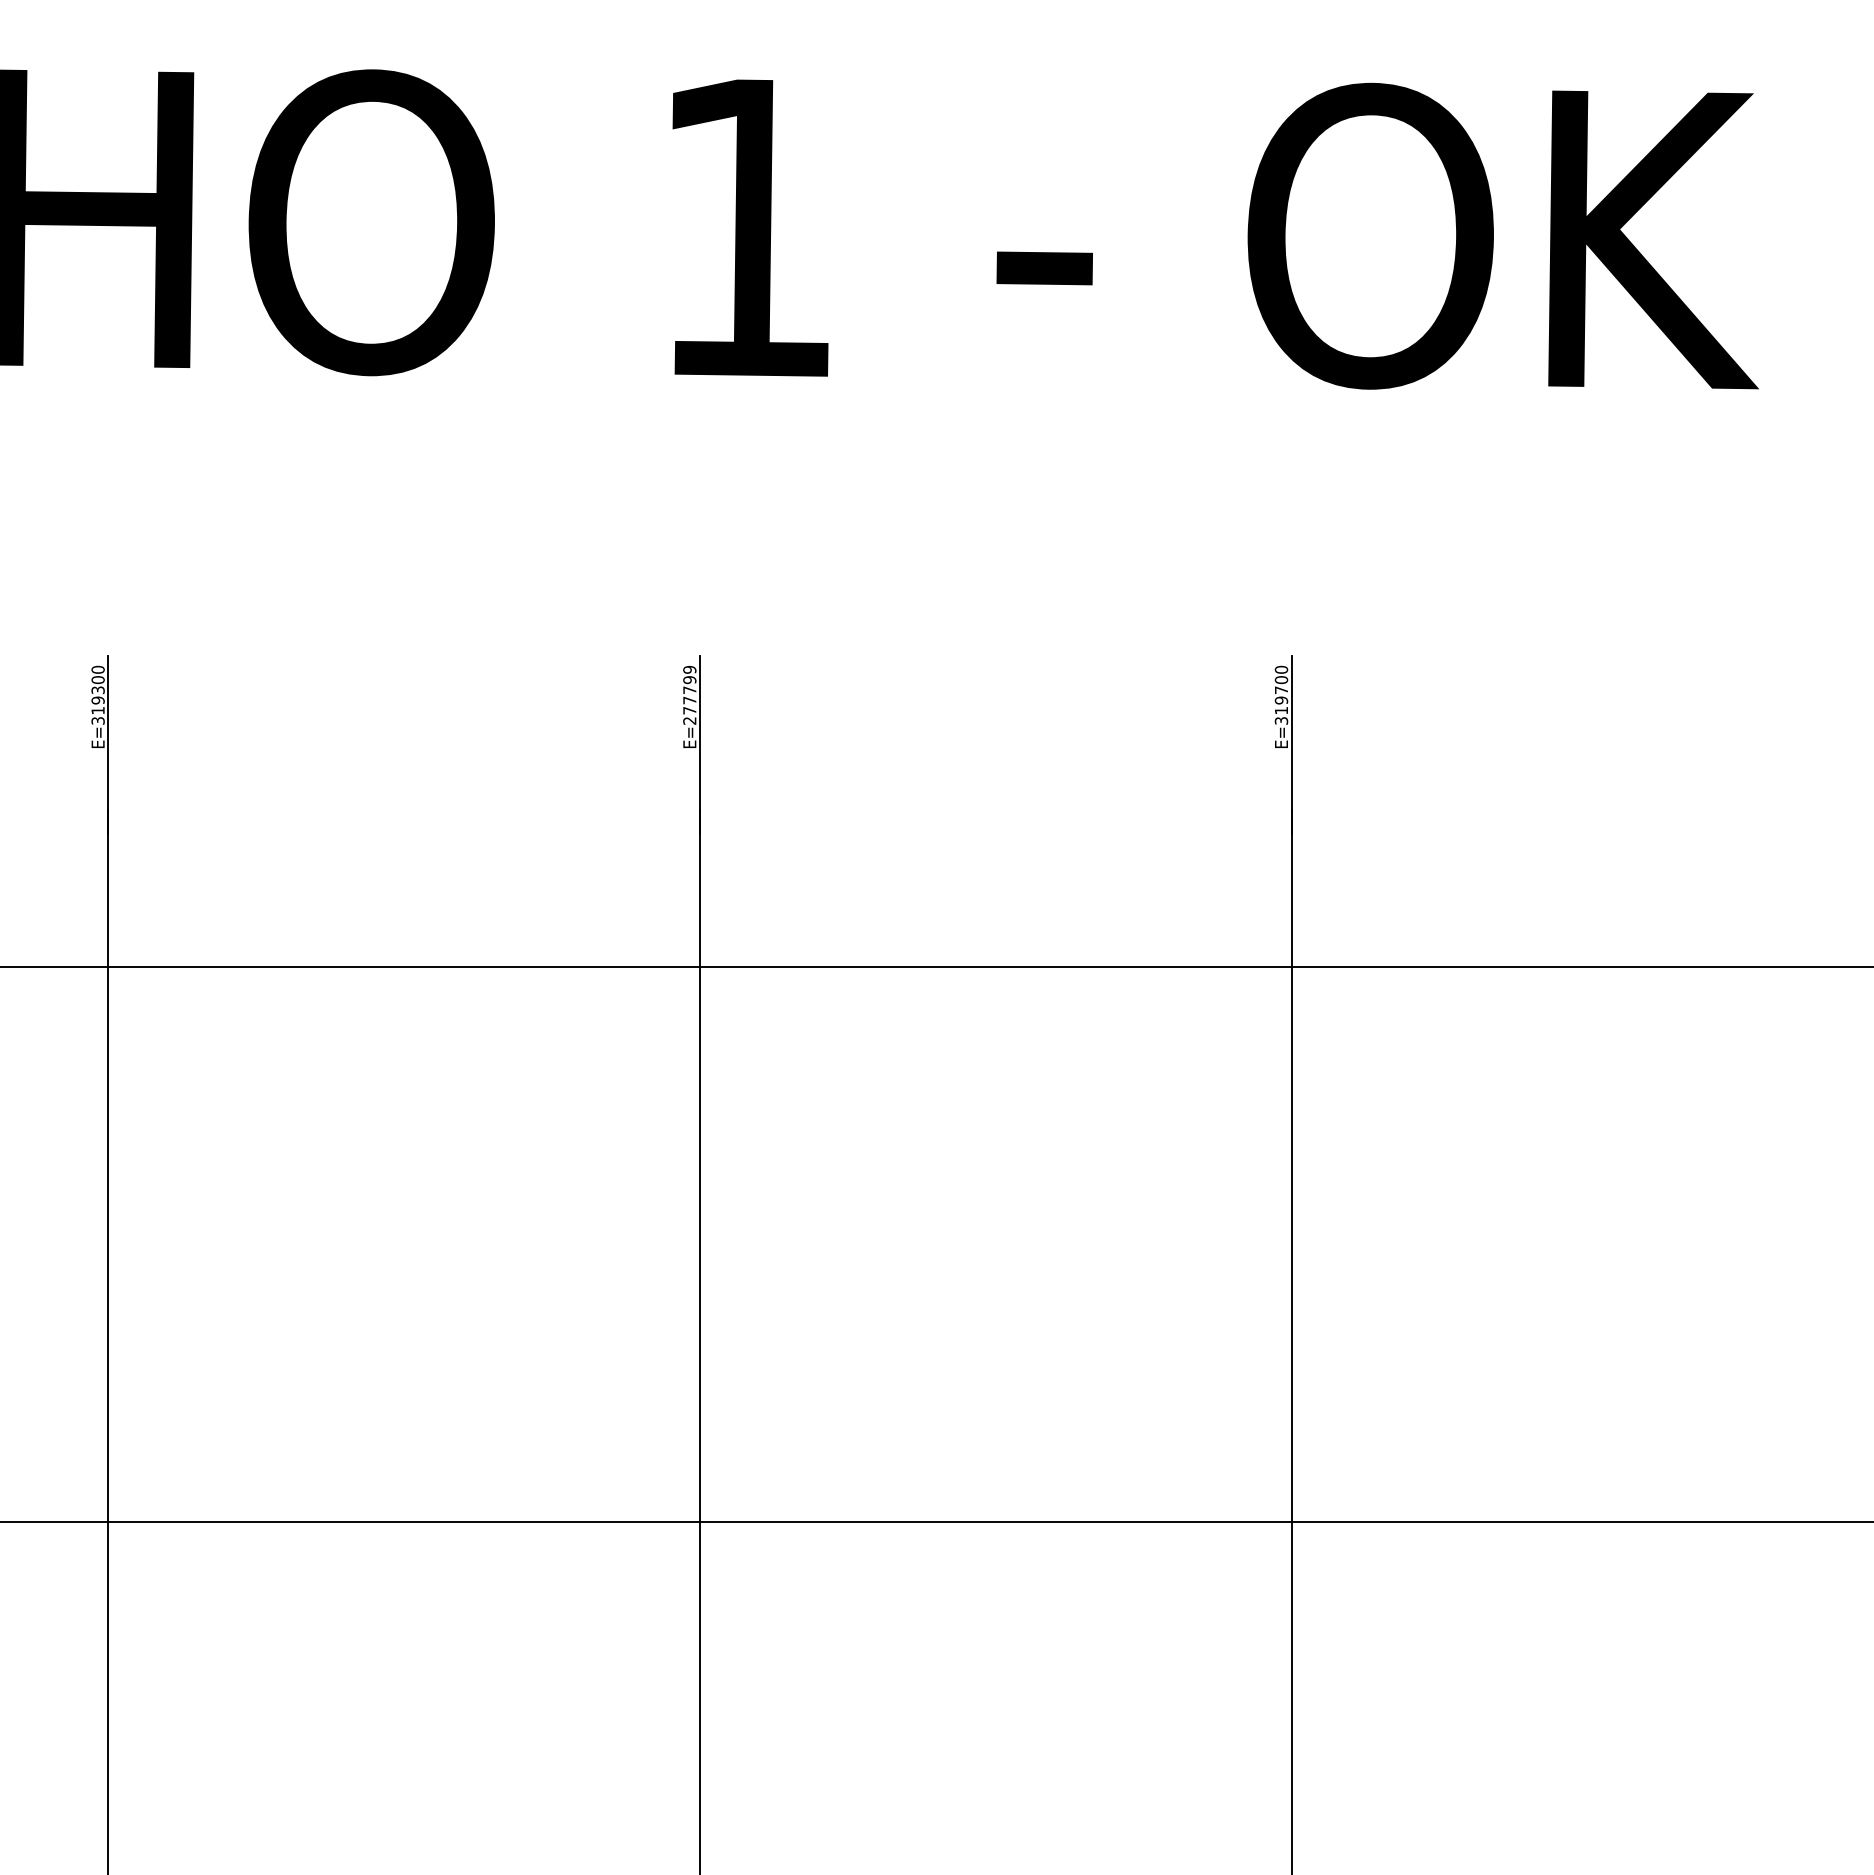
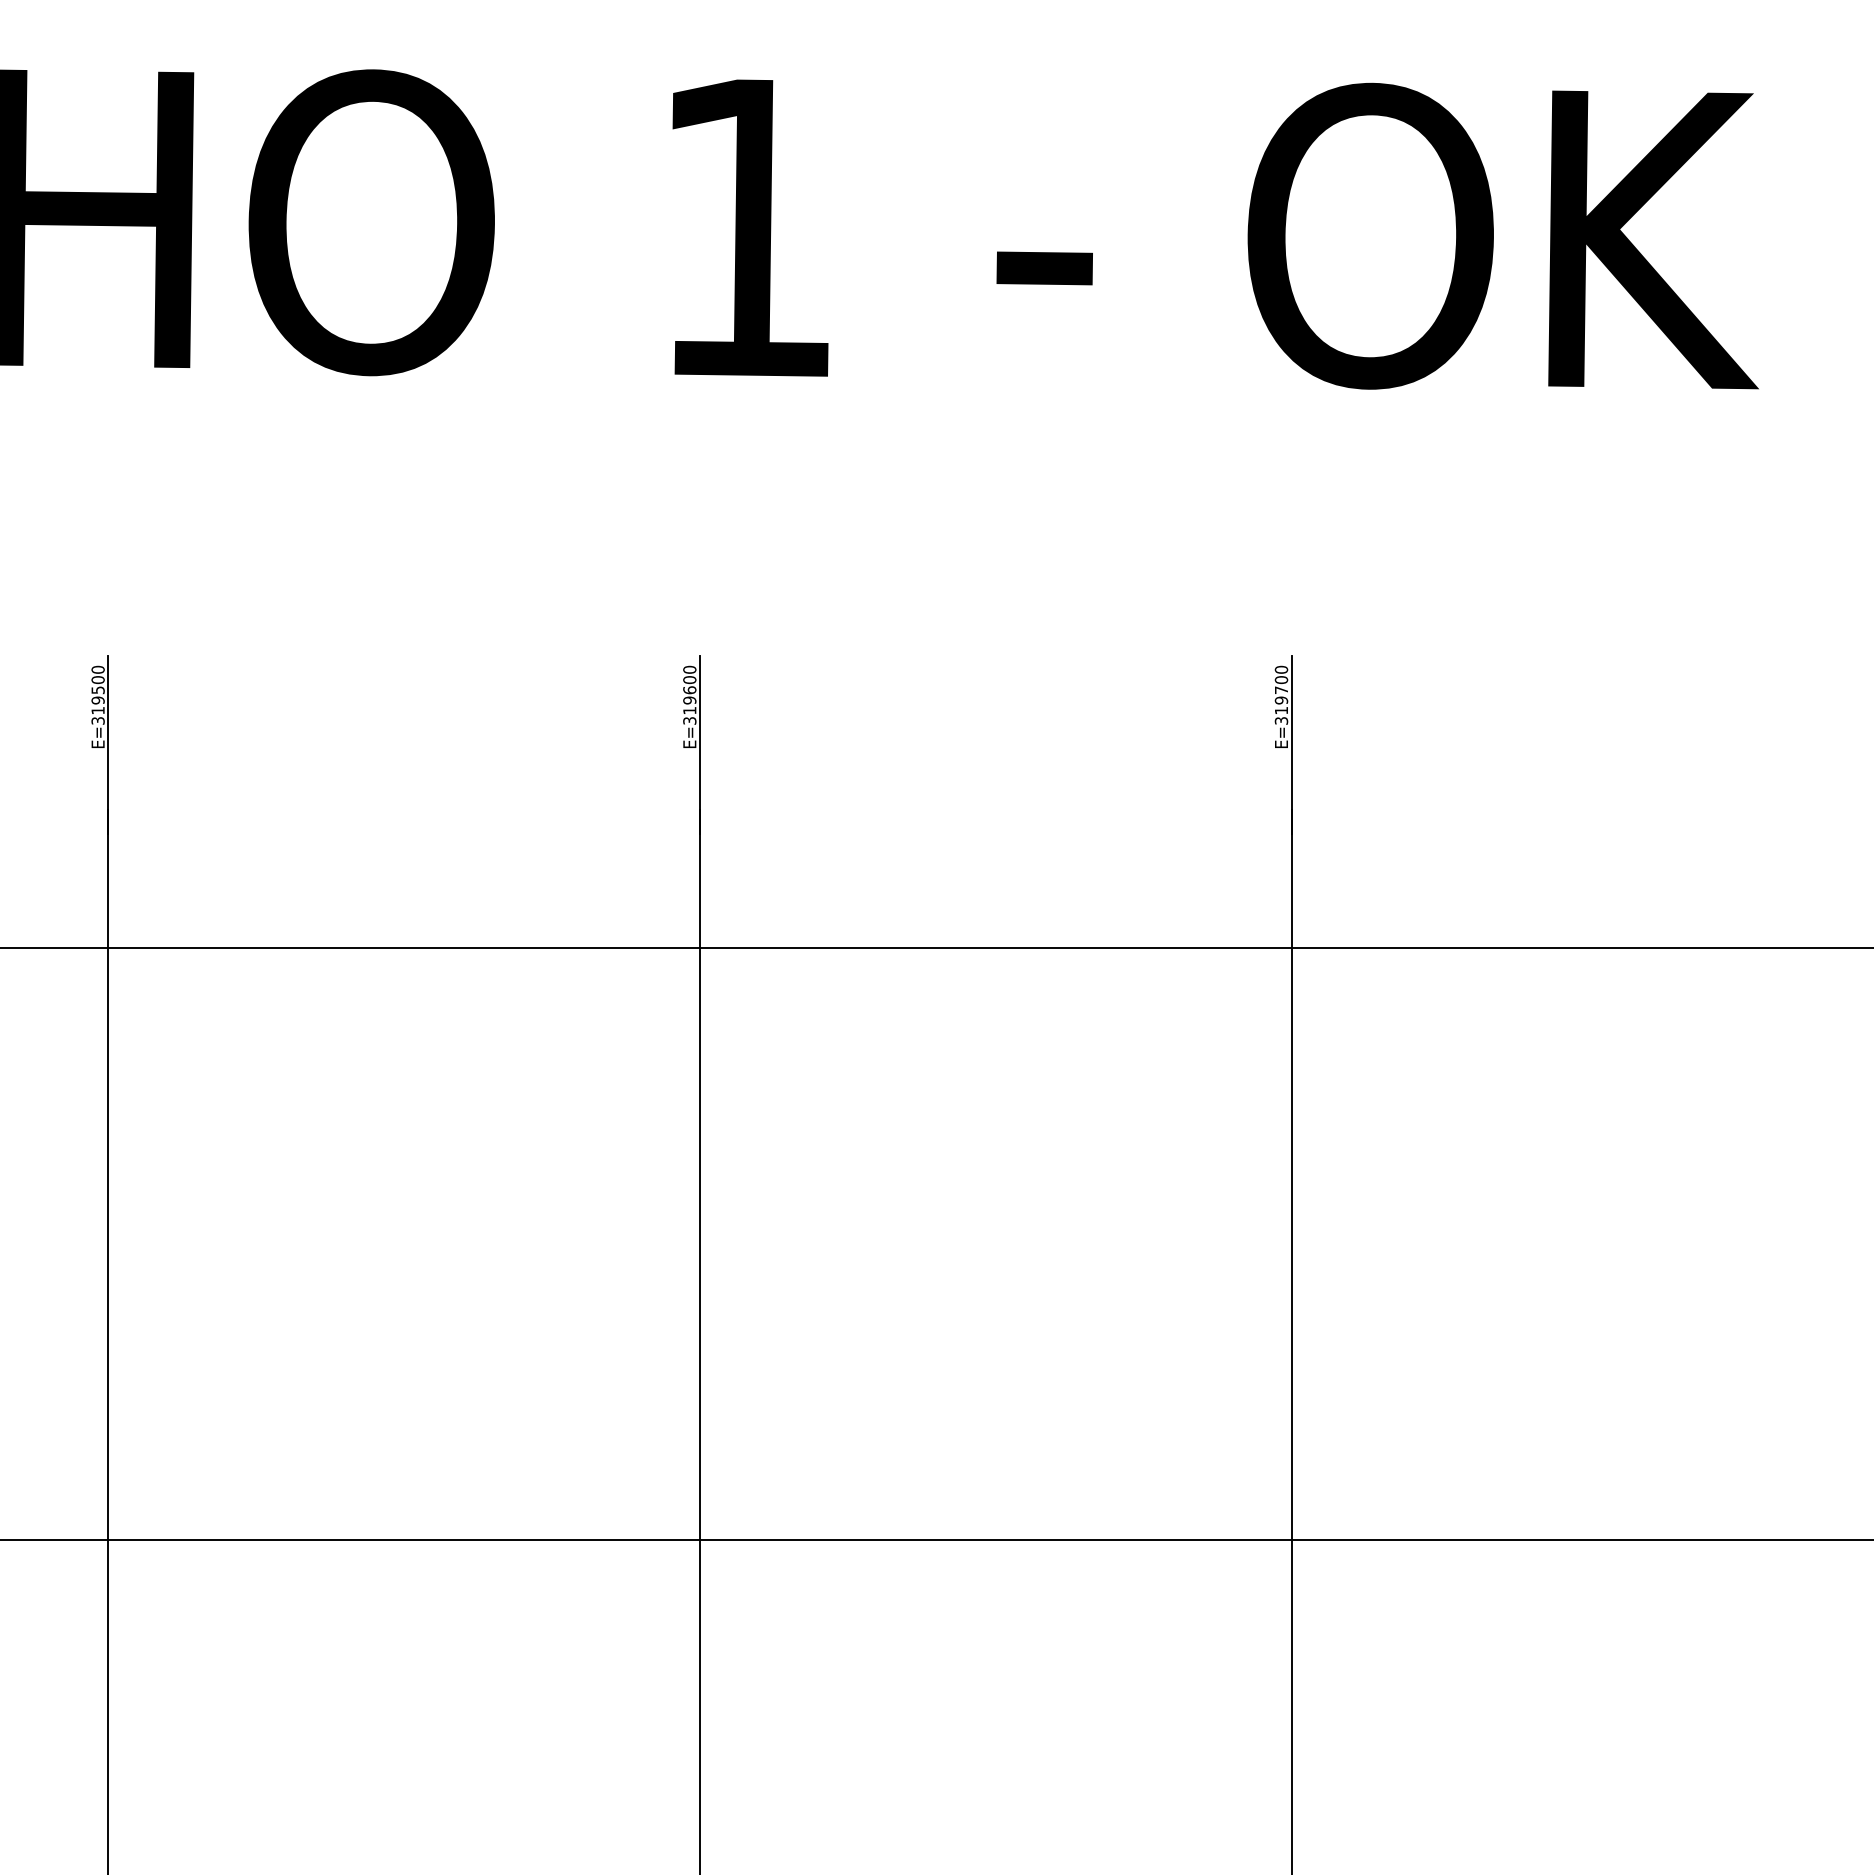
text at (97, 689): E=319300 -> E=319500
text at (689, 695): E=277799 -> E=319600
line at (936, 967) position: (936, 967) -> (936, 948)
line at (936, 1521) position: (936, 1521) -> (936, 1539)
